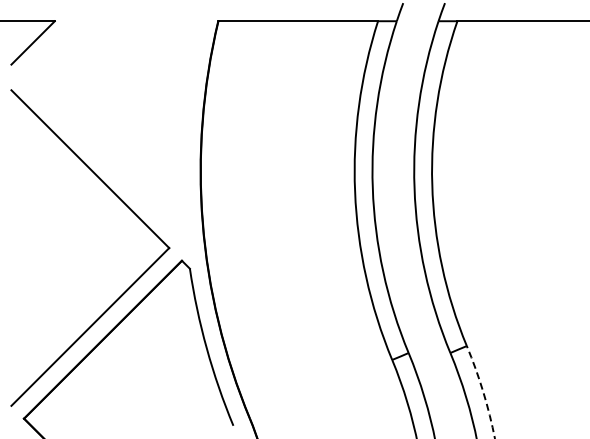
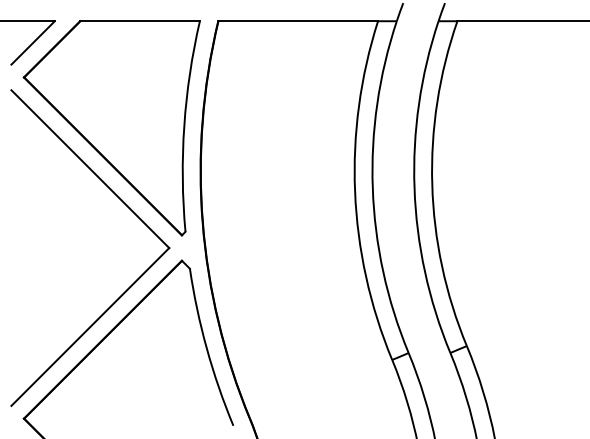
part at (111, 128): none -> present
arc at (483, 392): dashed -> solid
